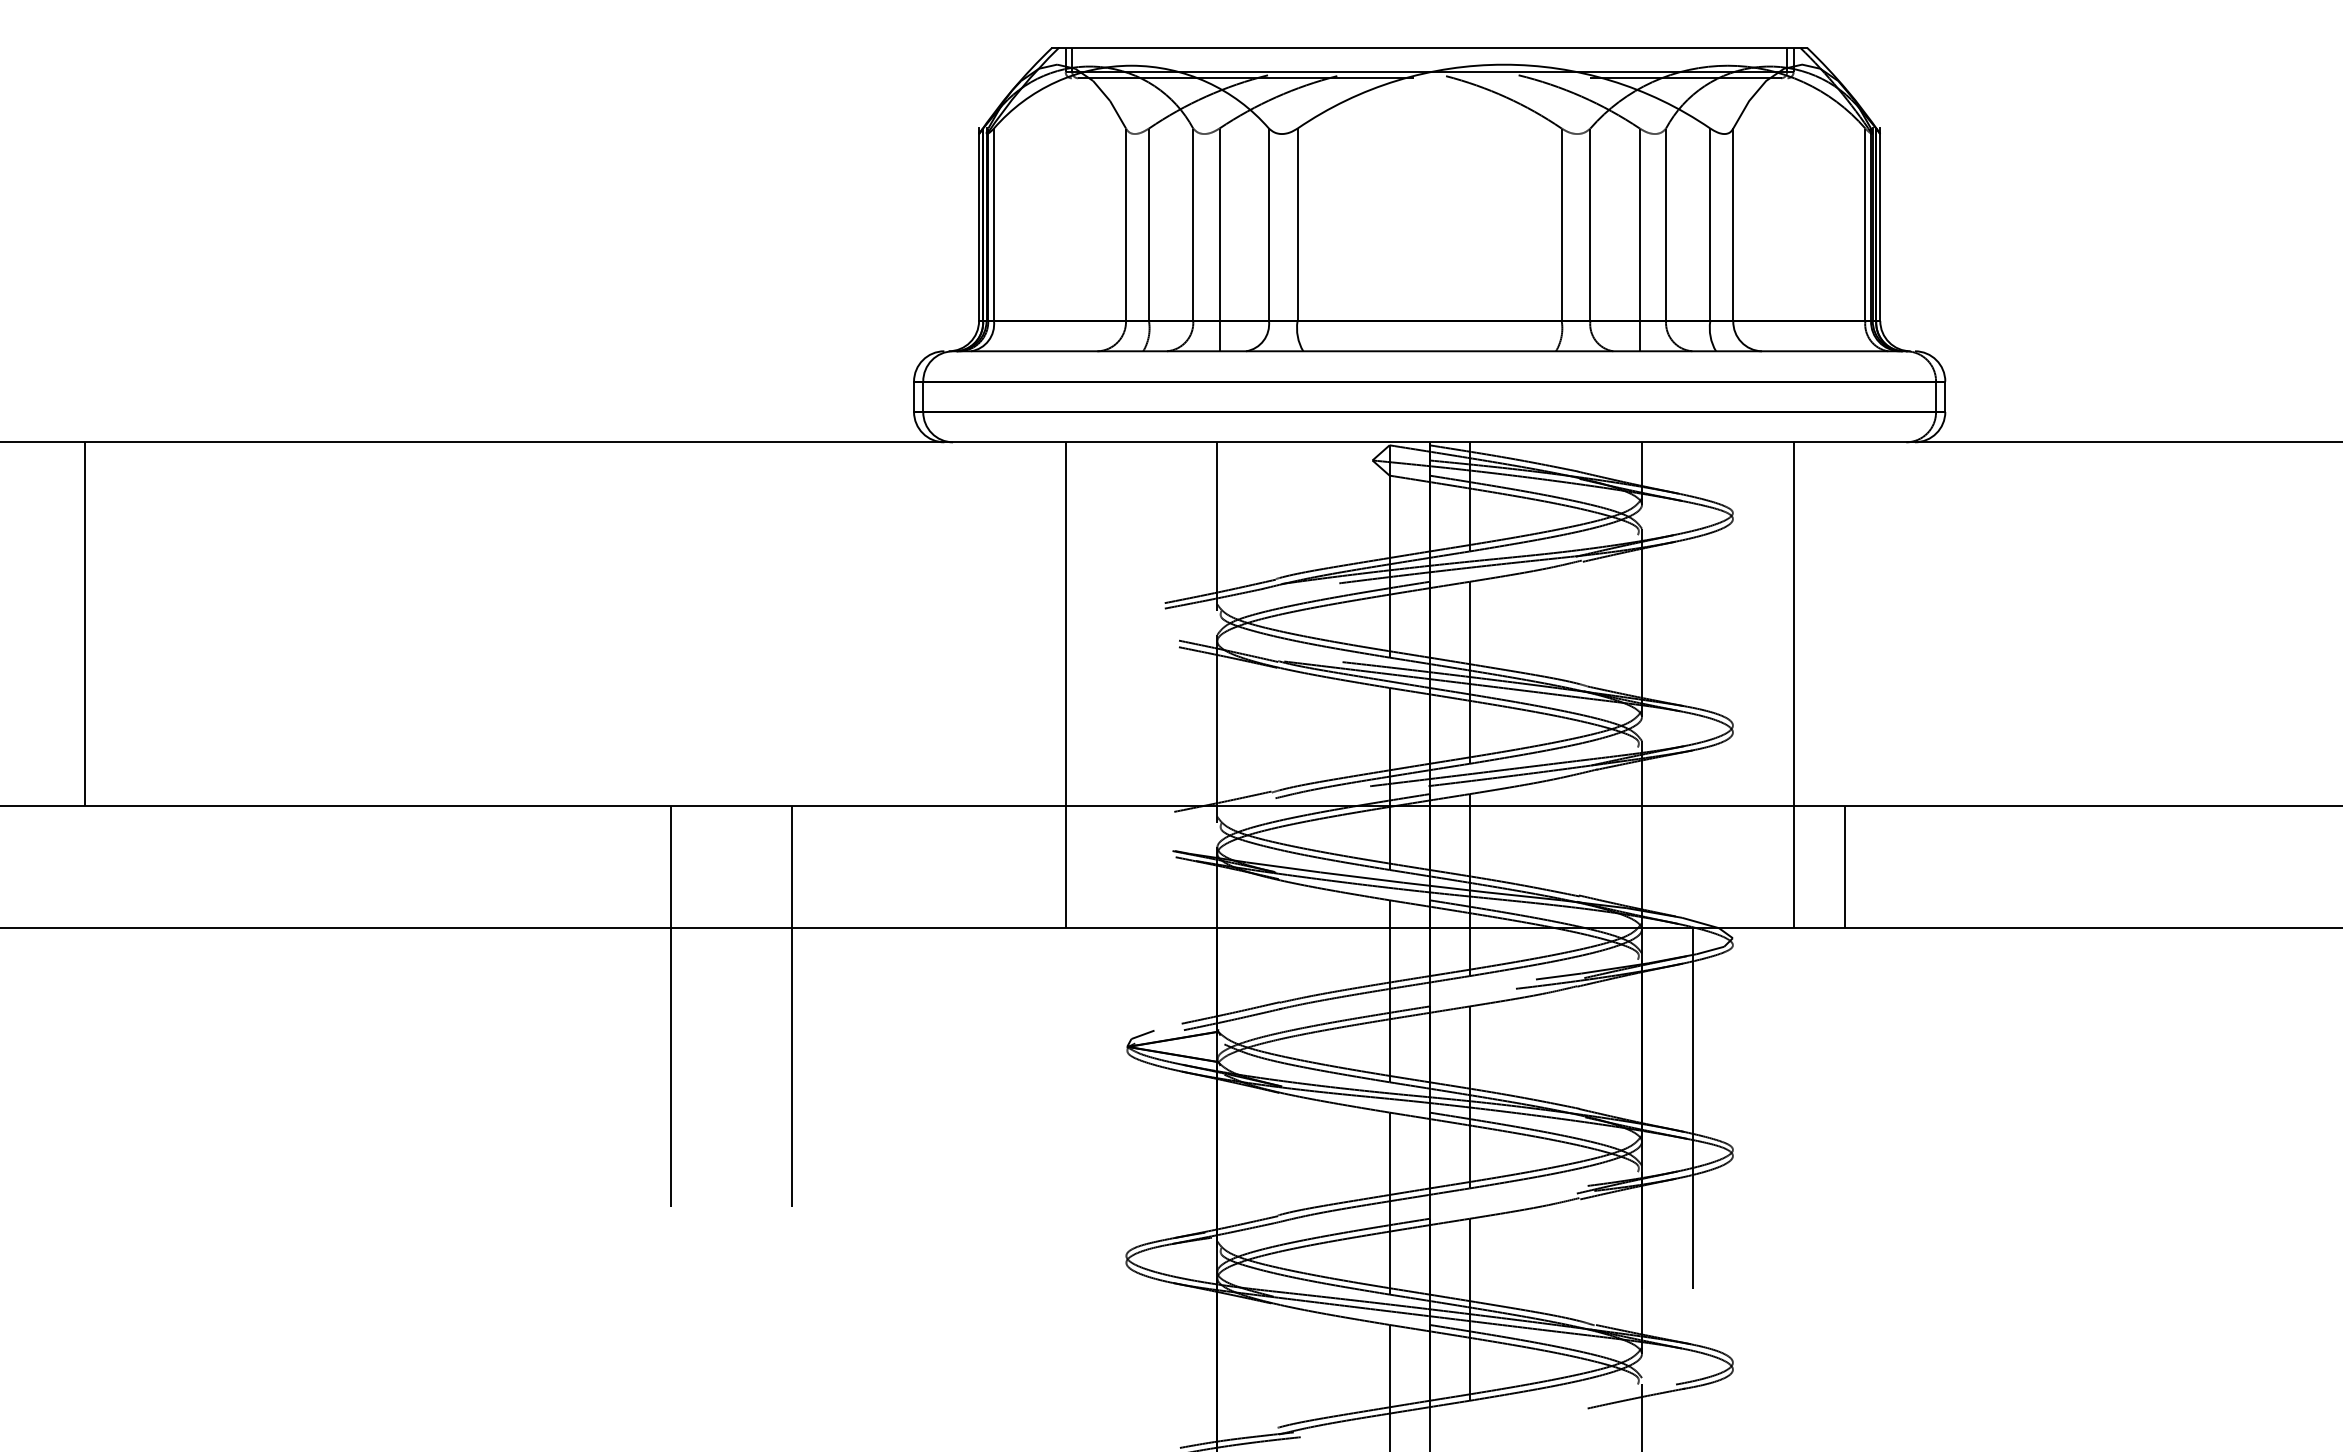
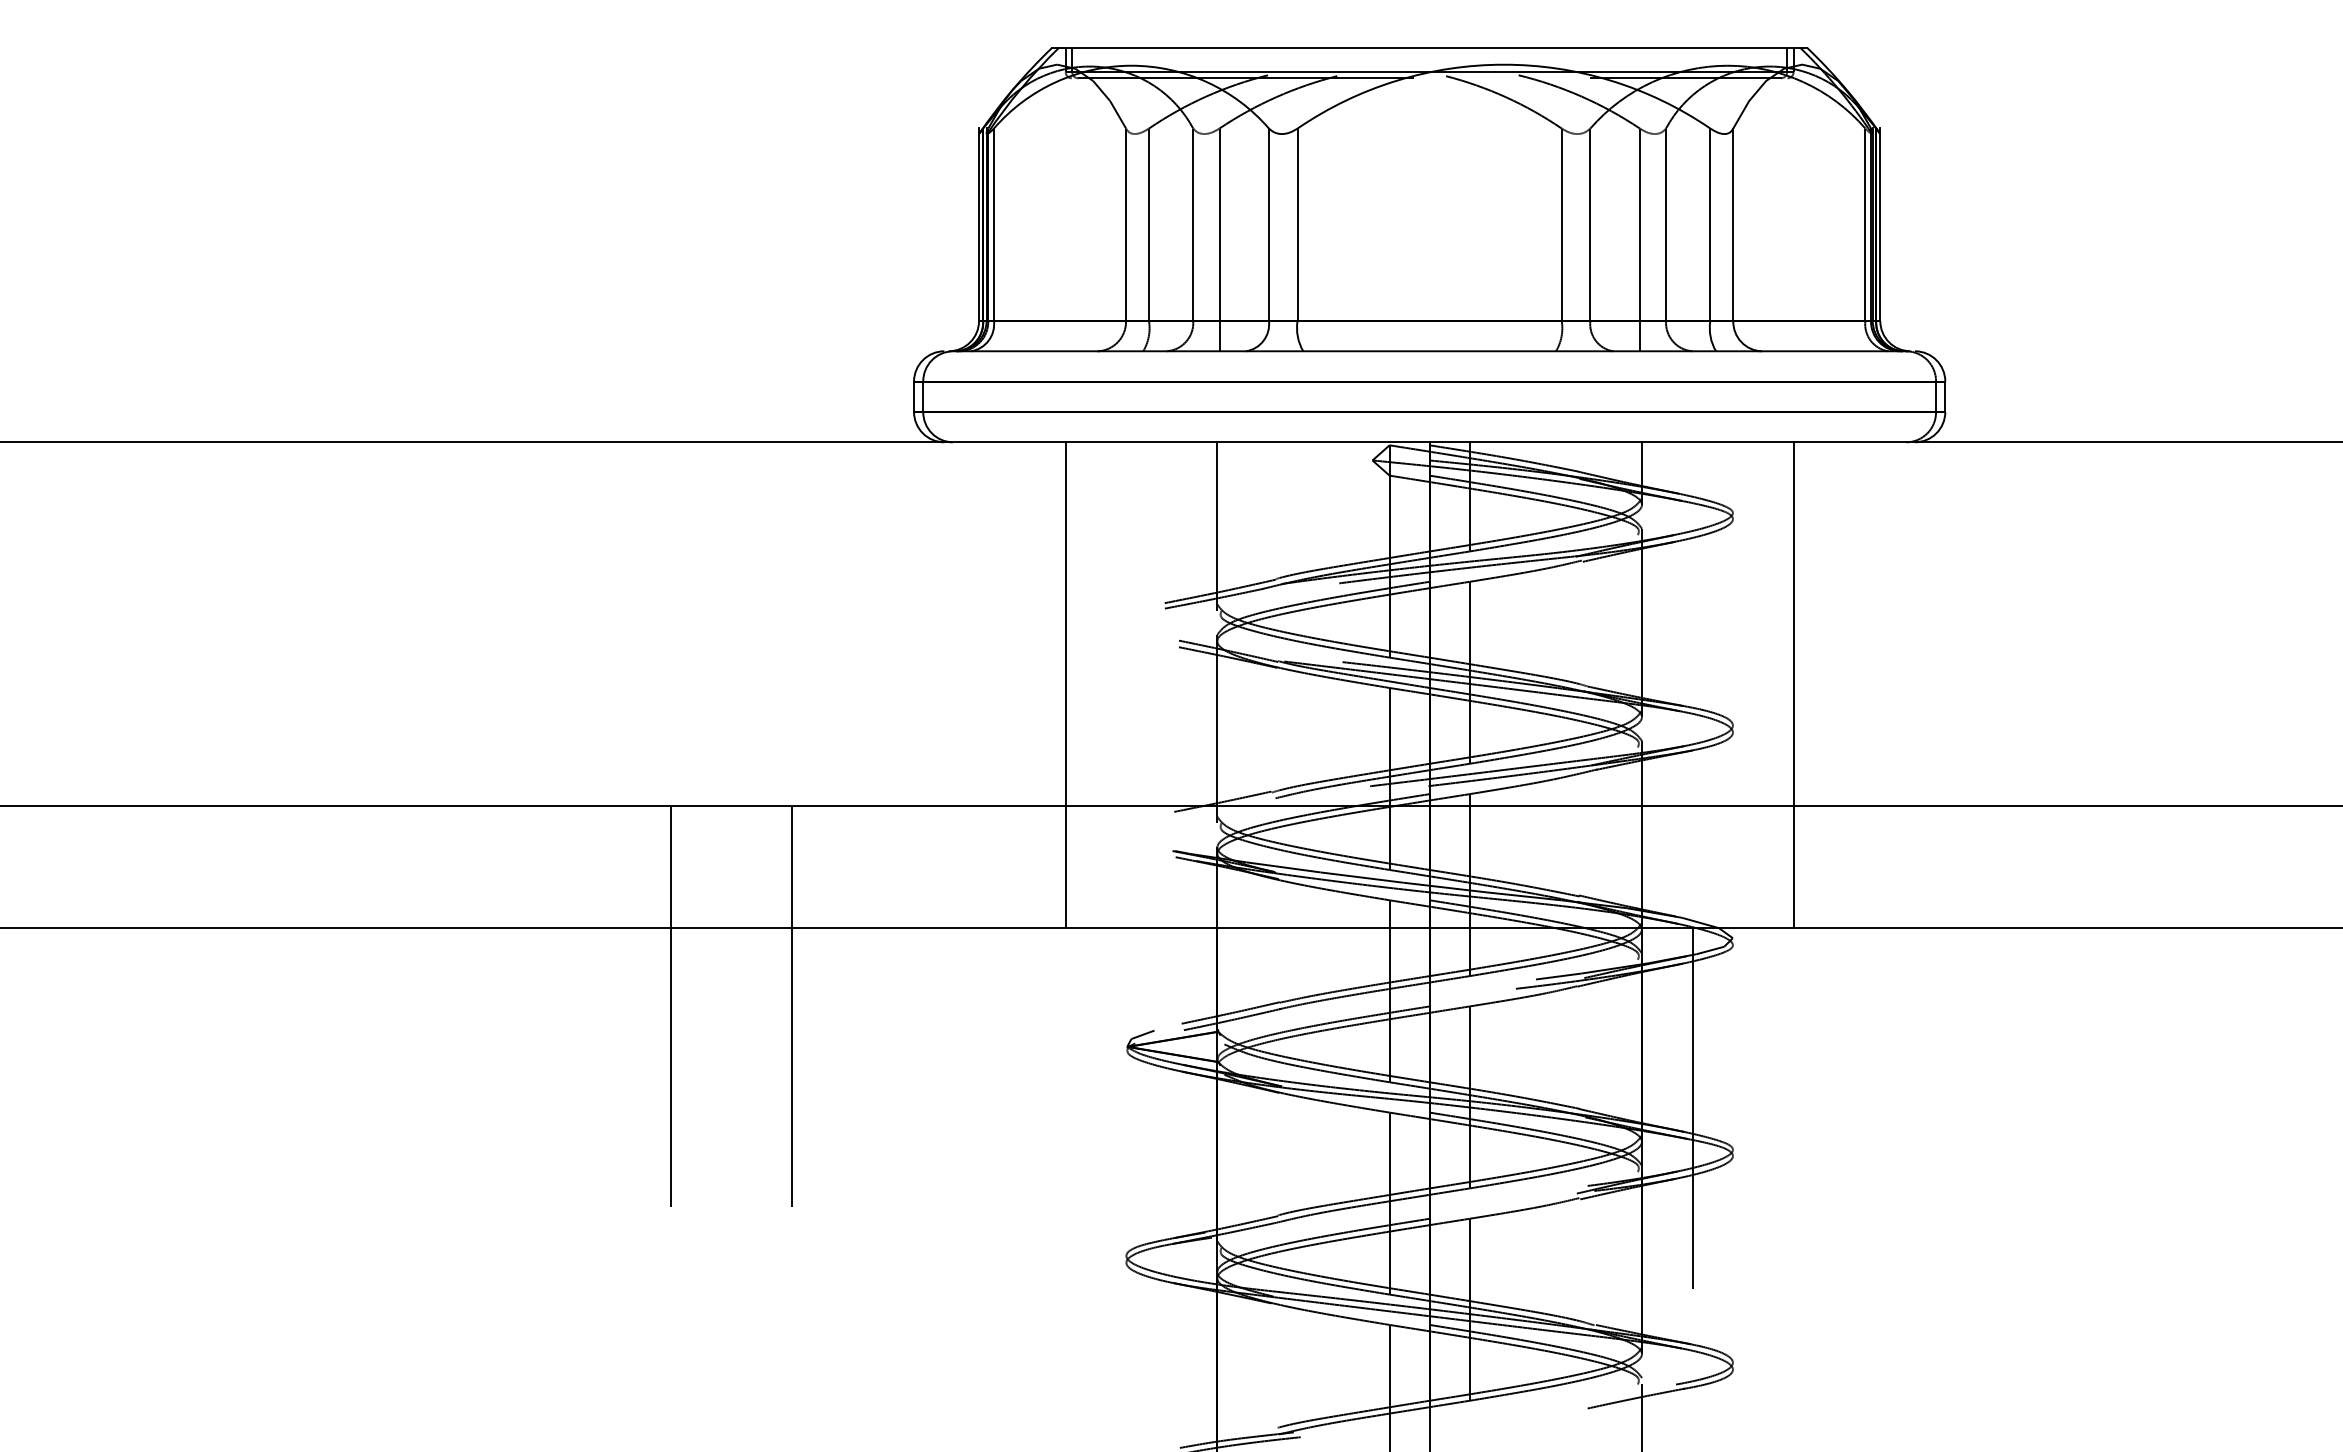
line at (85, 624): present -> none
line at (1844, 866): present -> none
